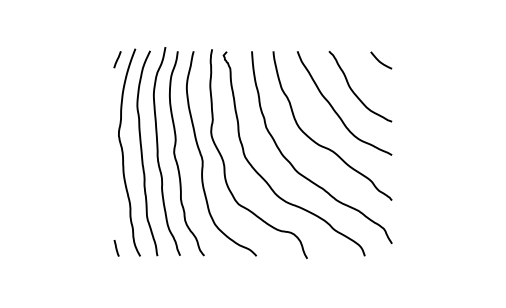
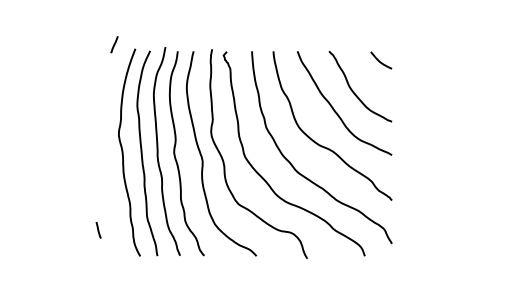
line at (117, 59) position: (117, 59) -> (114, 44)
line at (116, 248) position: (116, 248) -> (98, 230)
